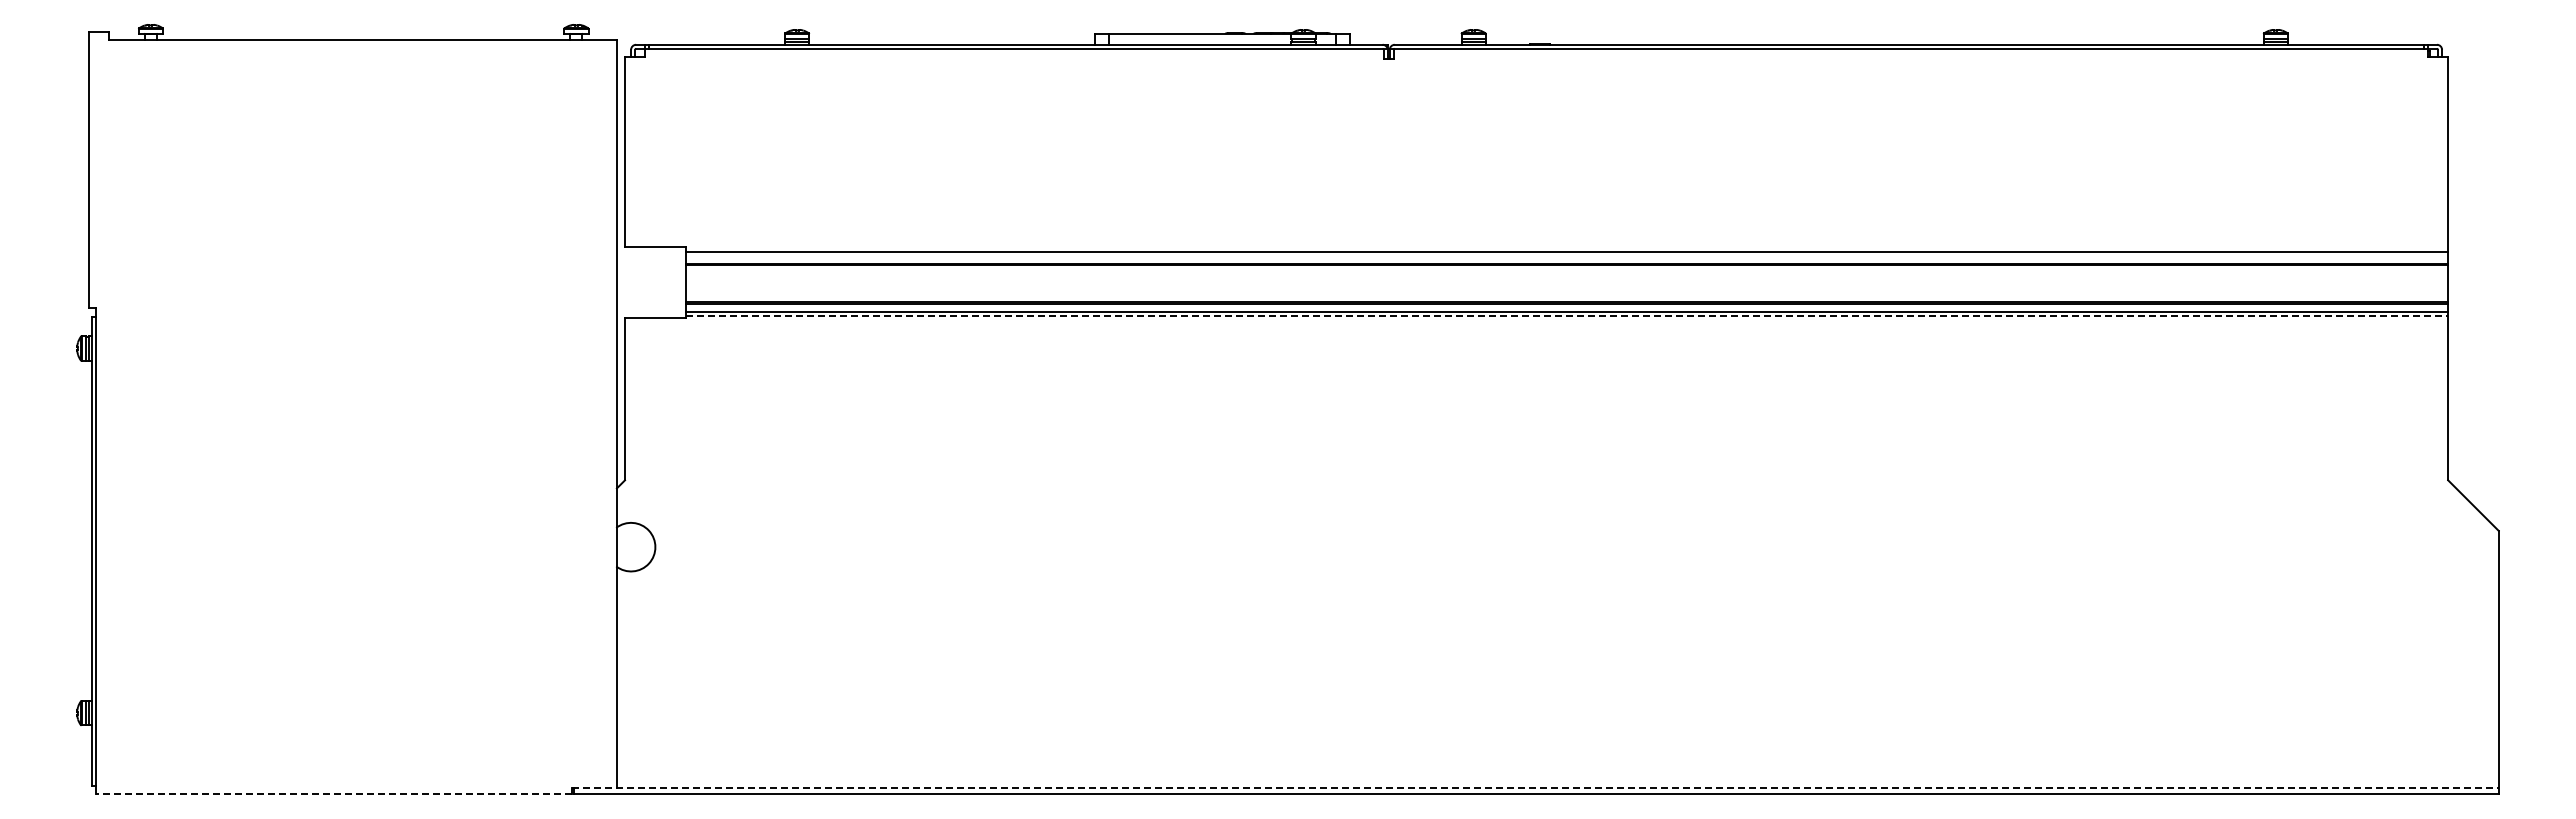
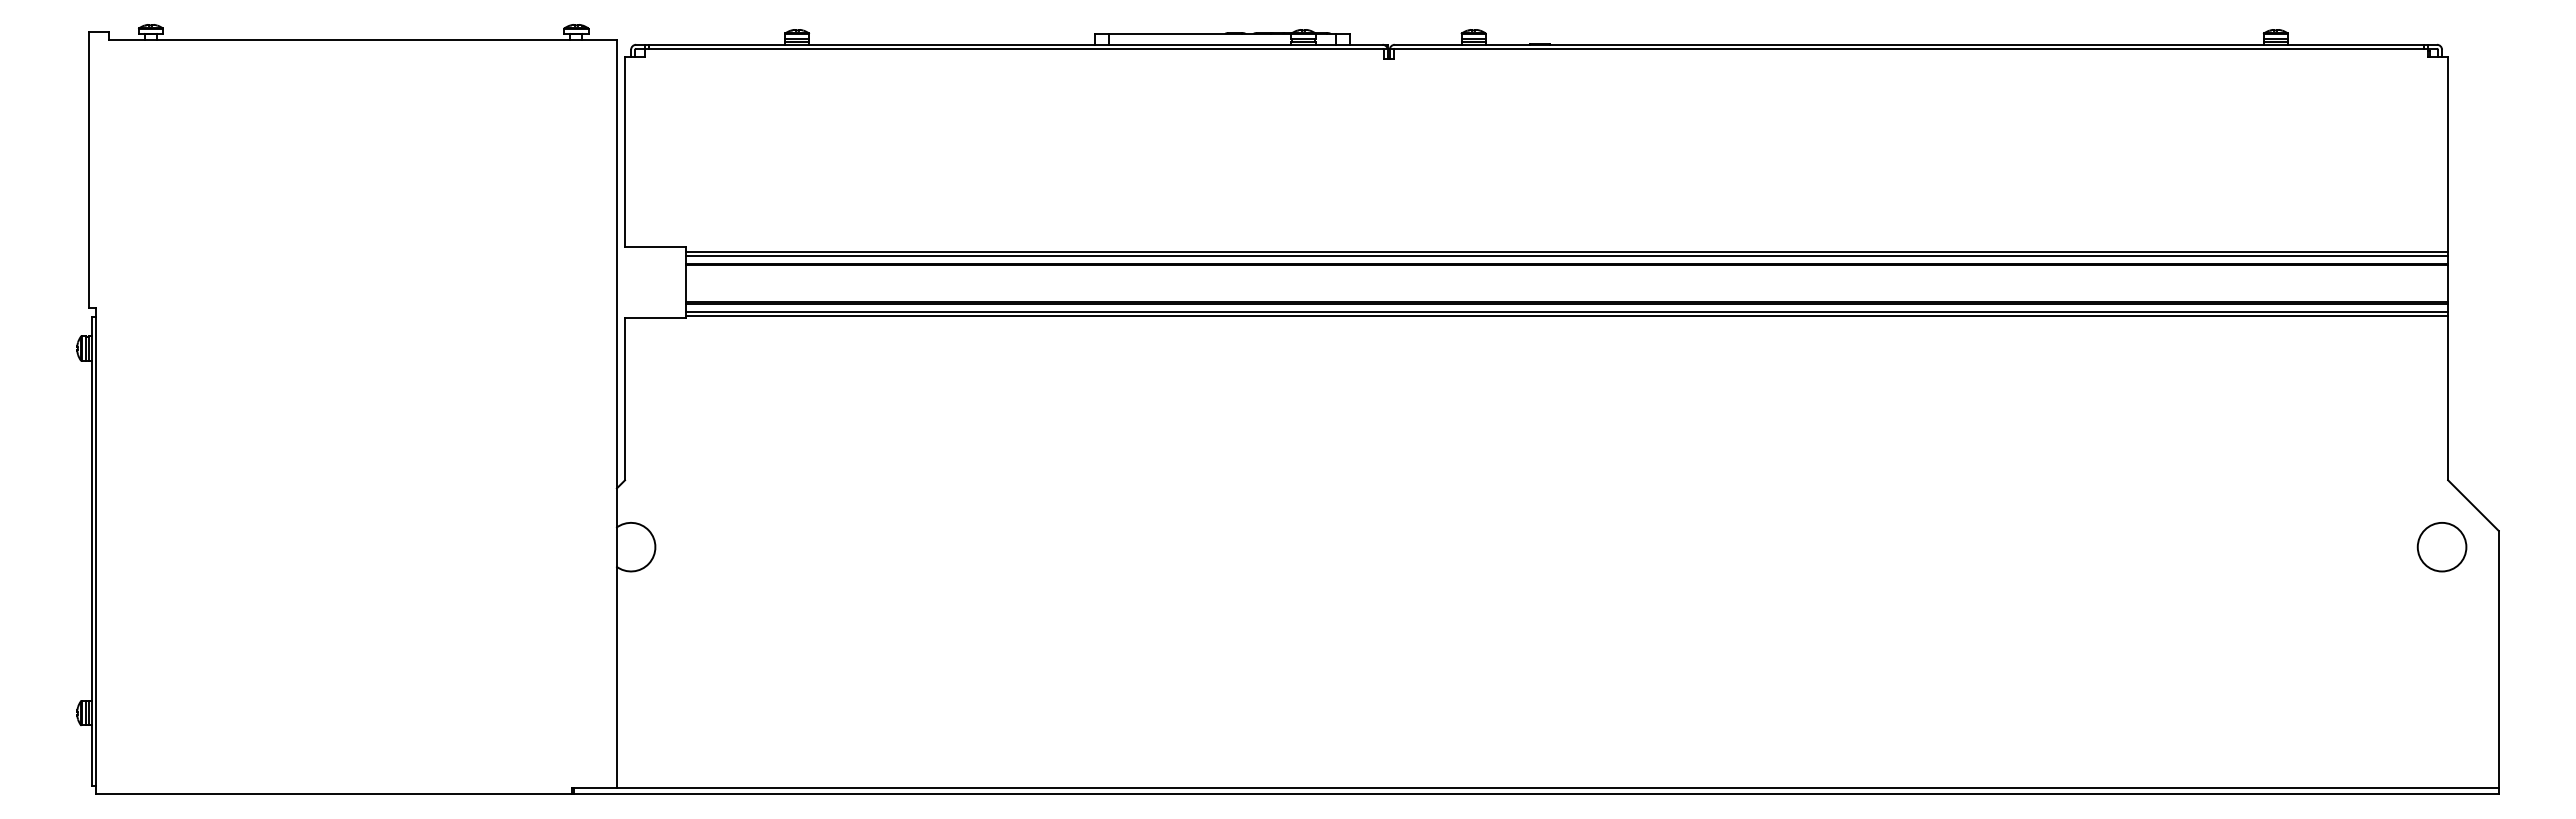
line at (1566, 255): none -> present
line at (1567, 316): dashed -> solid
circle at (2441, 547): none -> present
line at (1536, 788): dashed -> solid
line at (333, 794): dashed -> solid
